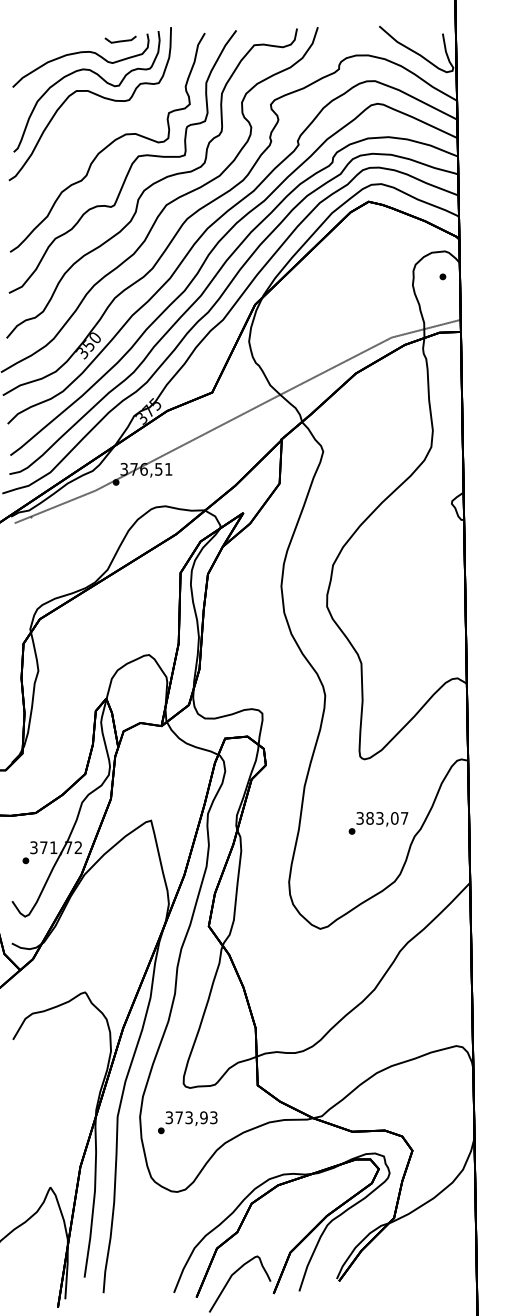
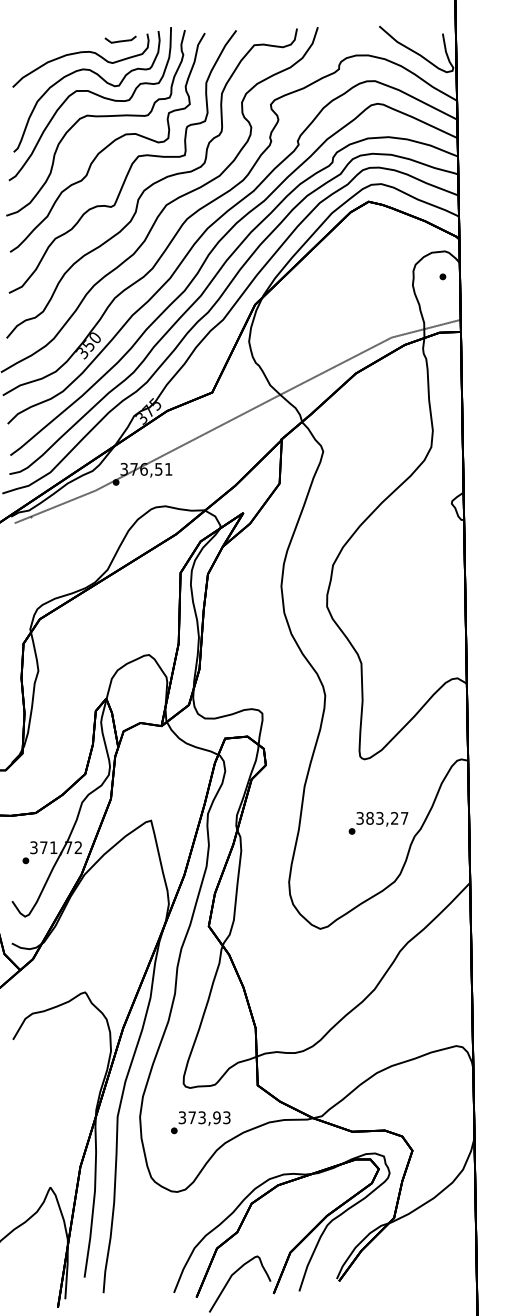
curve at (95, 117): none -> present
text at (394, 818): 383,07 -> 383,27
text at (187, 1122) position: (187, 1122) -> (200, 1122)
